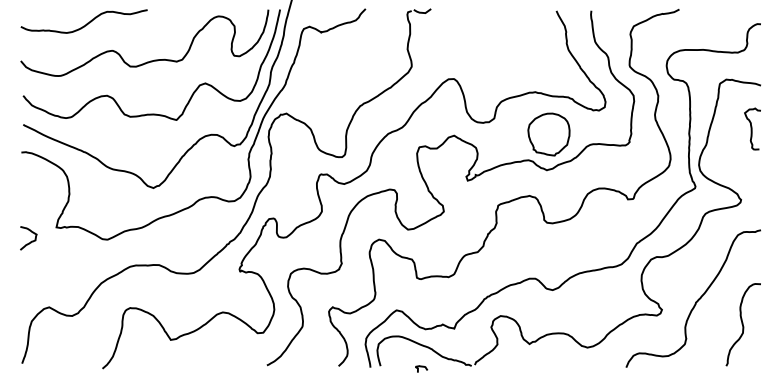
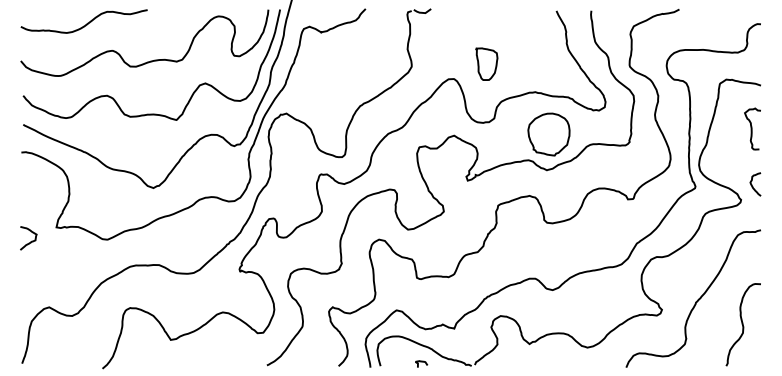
part at (486, 63): none -> present
curve at (753, 186): none -> present
curve at (421, 367) position: (421, 367) -> (421, 362)
